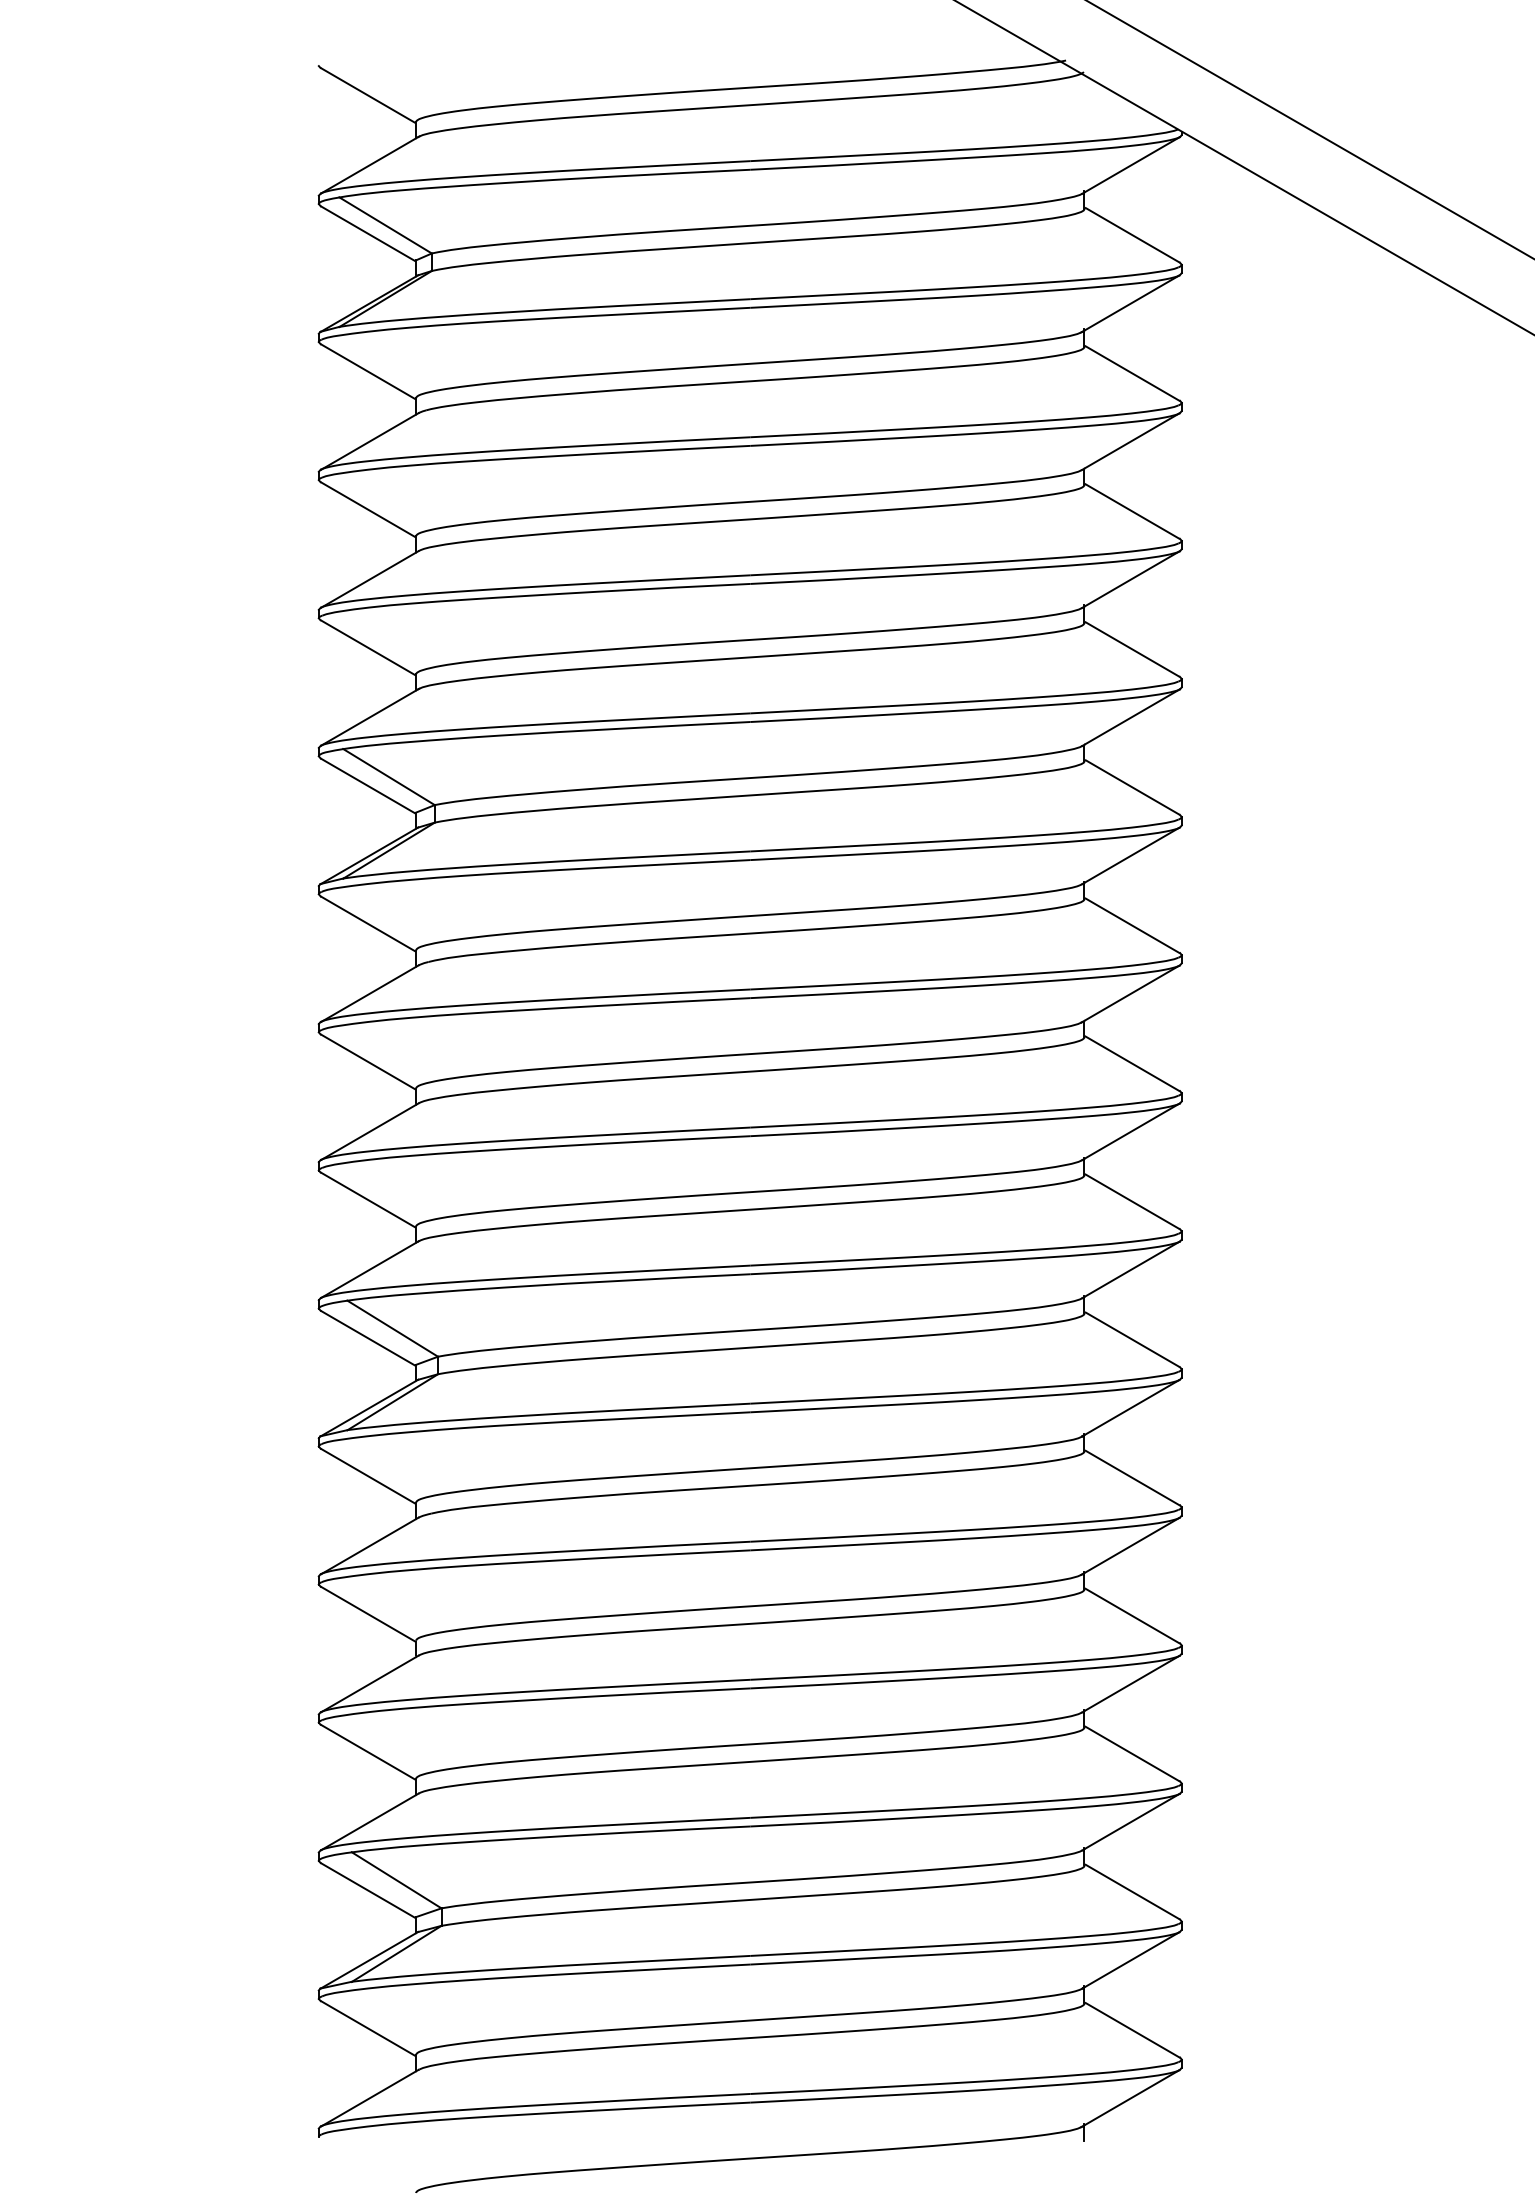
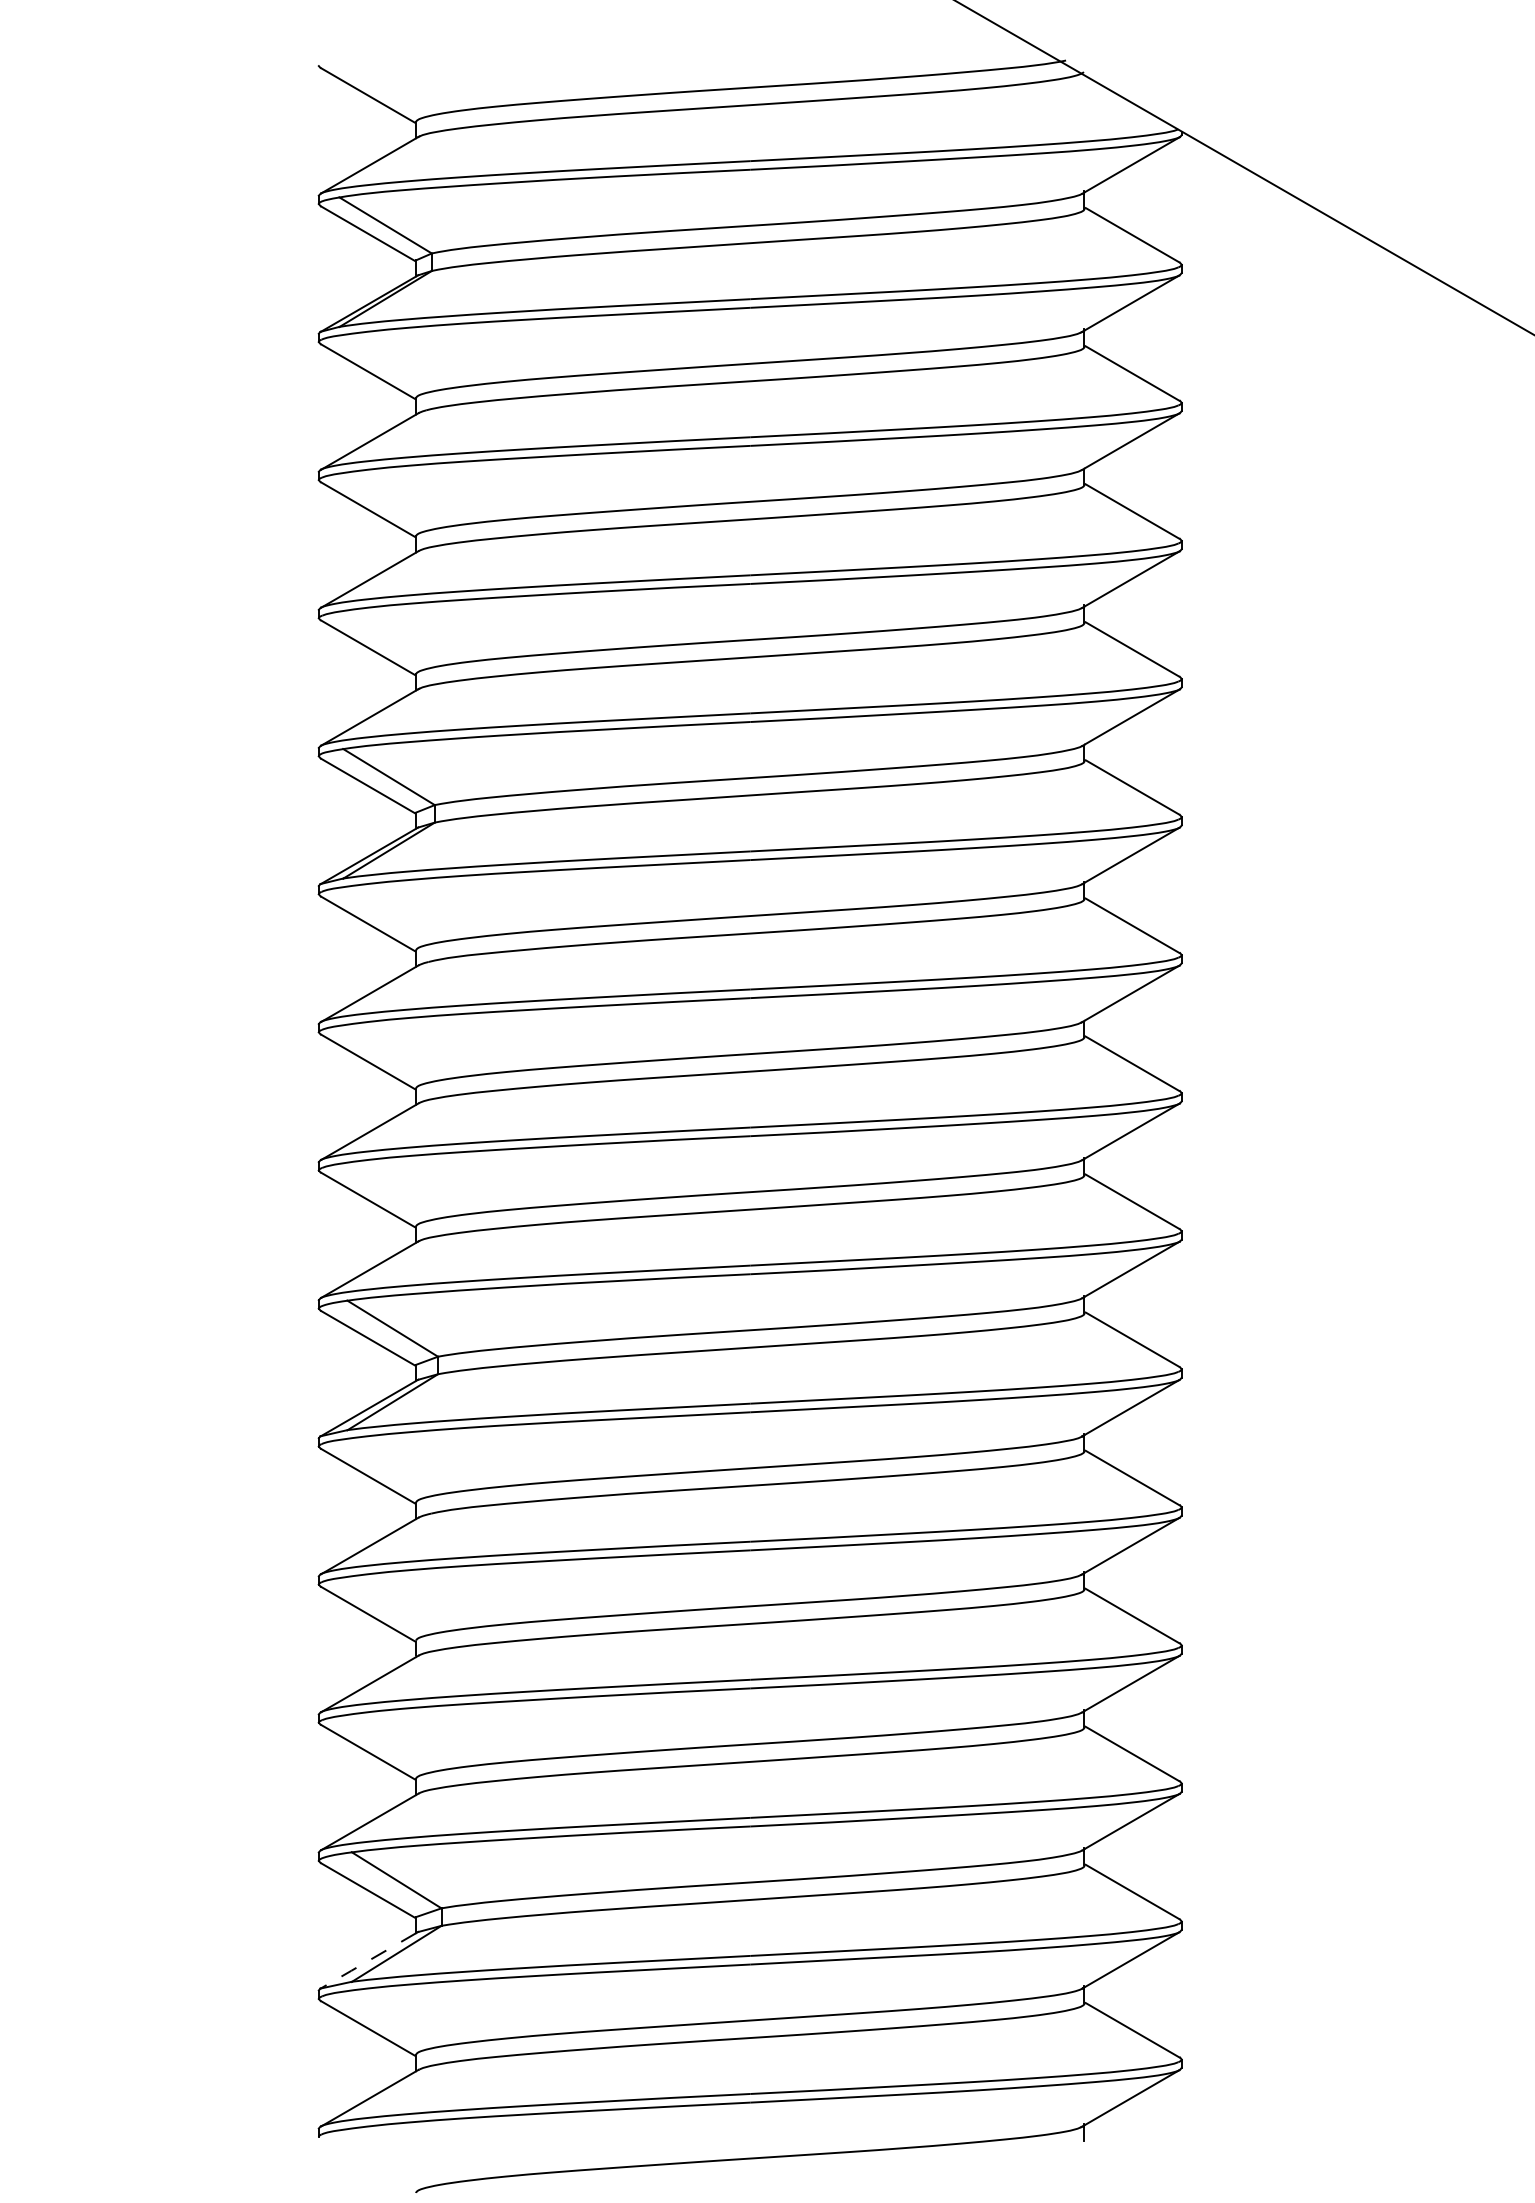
line at (1309, 129): present -> none
line at (368, 1960): solid -> dashed
